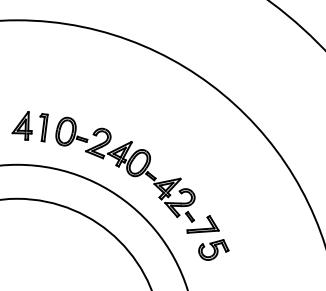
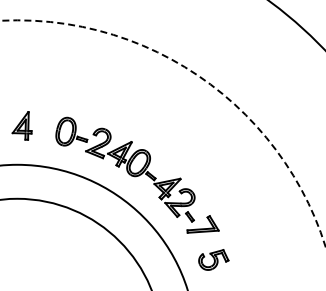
part at (43, 127): present -> none
circle at (162, 133): solid -> dashed
part at (213, 249) position: (213, 249) -> (213, 259)
